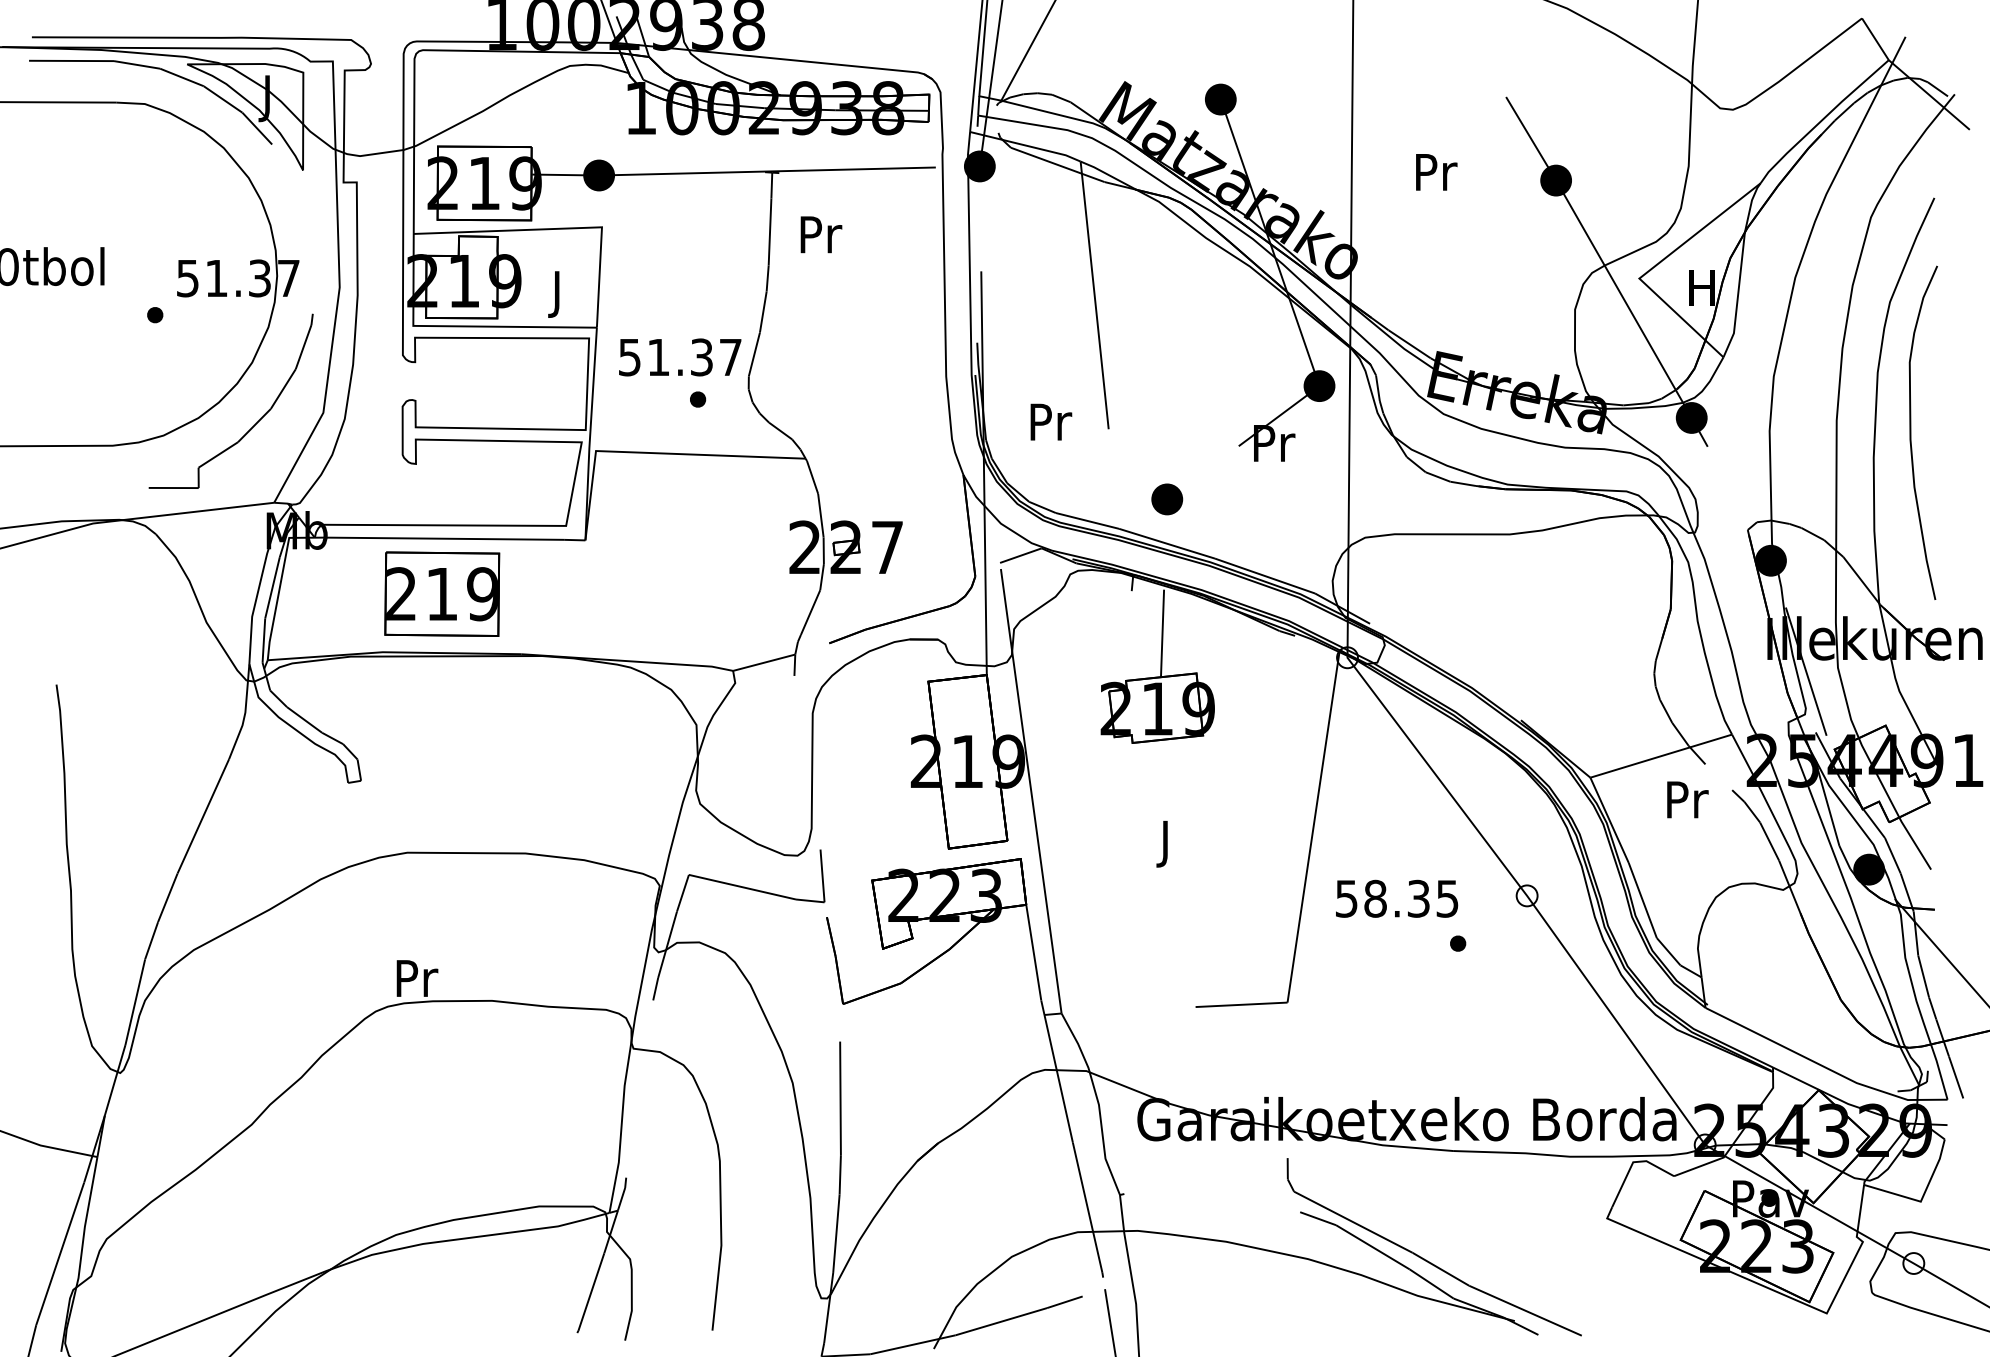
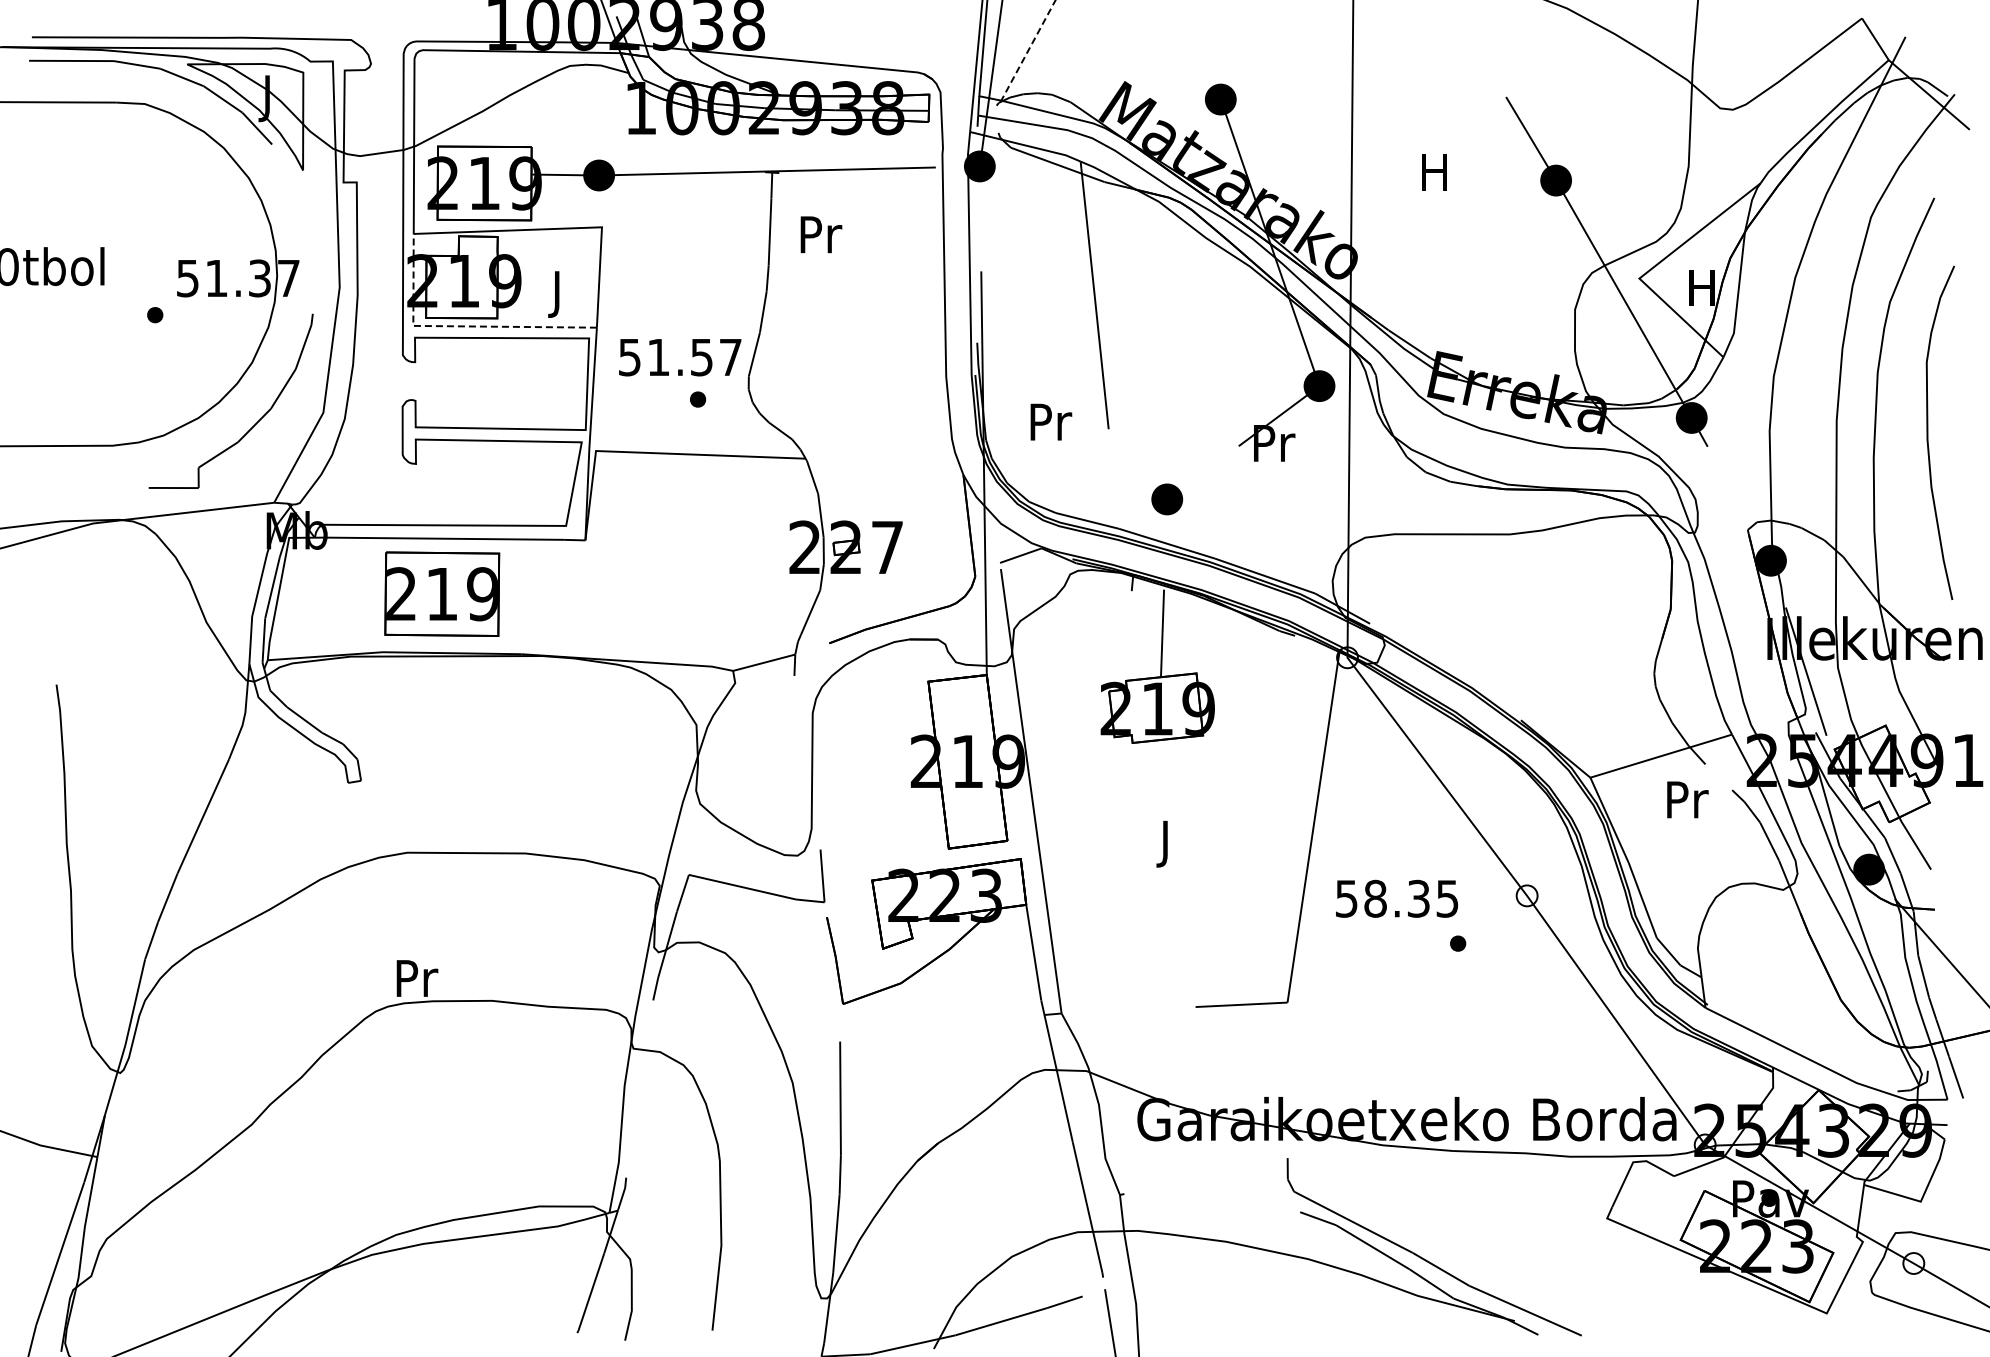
line at (1028, 50): solid -> dashed
text at (1436, 172): Pr -> H
line at (458, 326): solid -> dashed
text at (702, 356): 51.37 -> 51.57
curve at (1911, 432) position: (1911, 432) -> (1928, 432)
